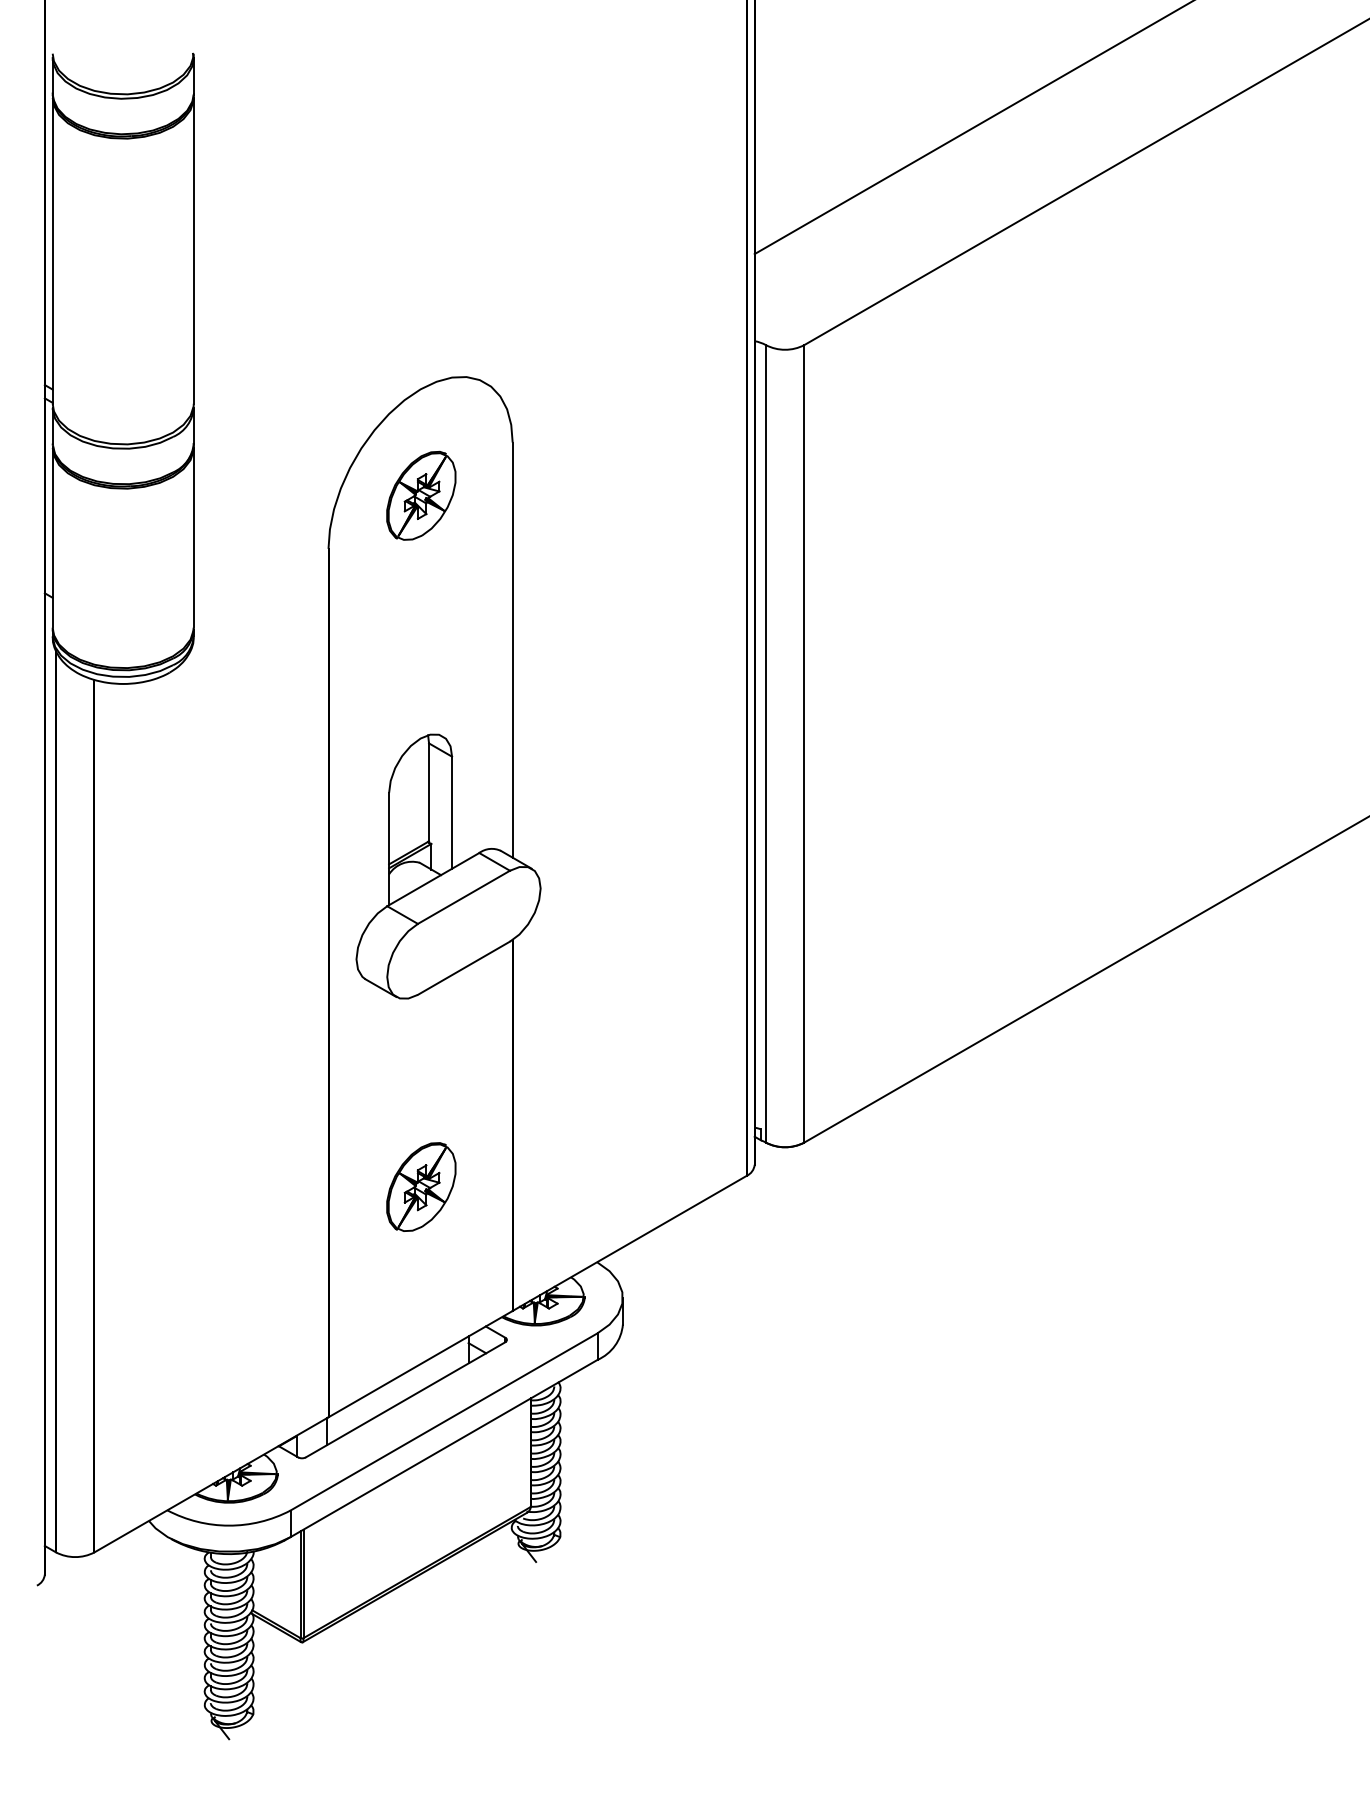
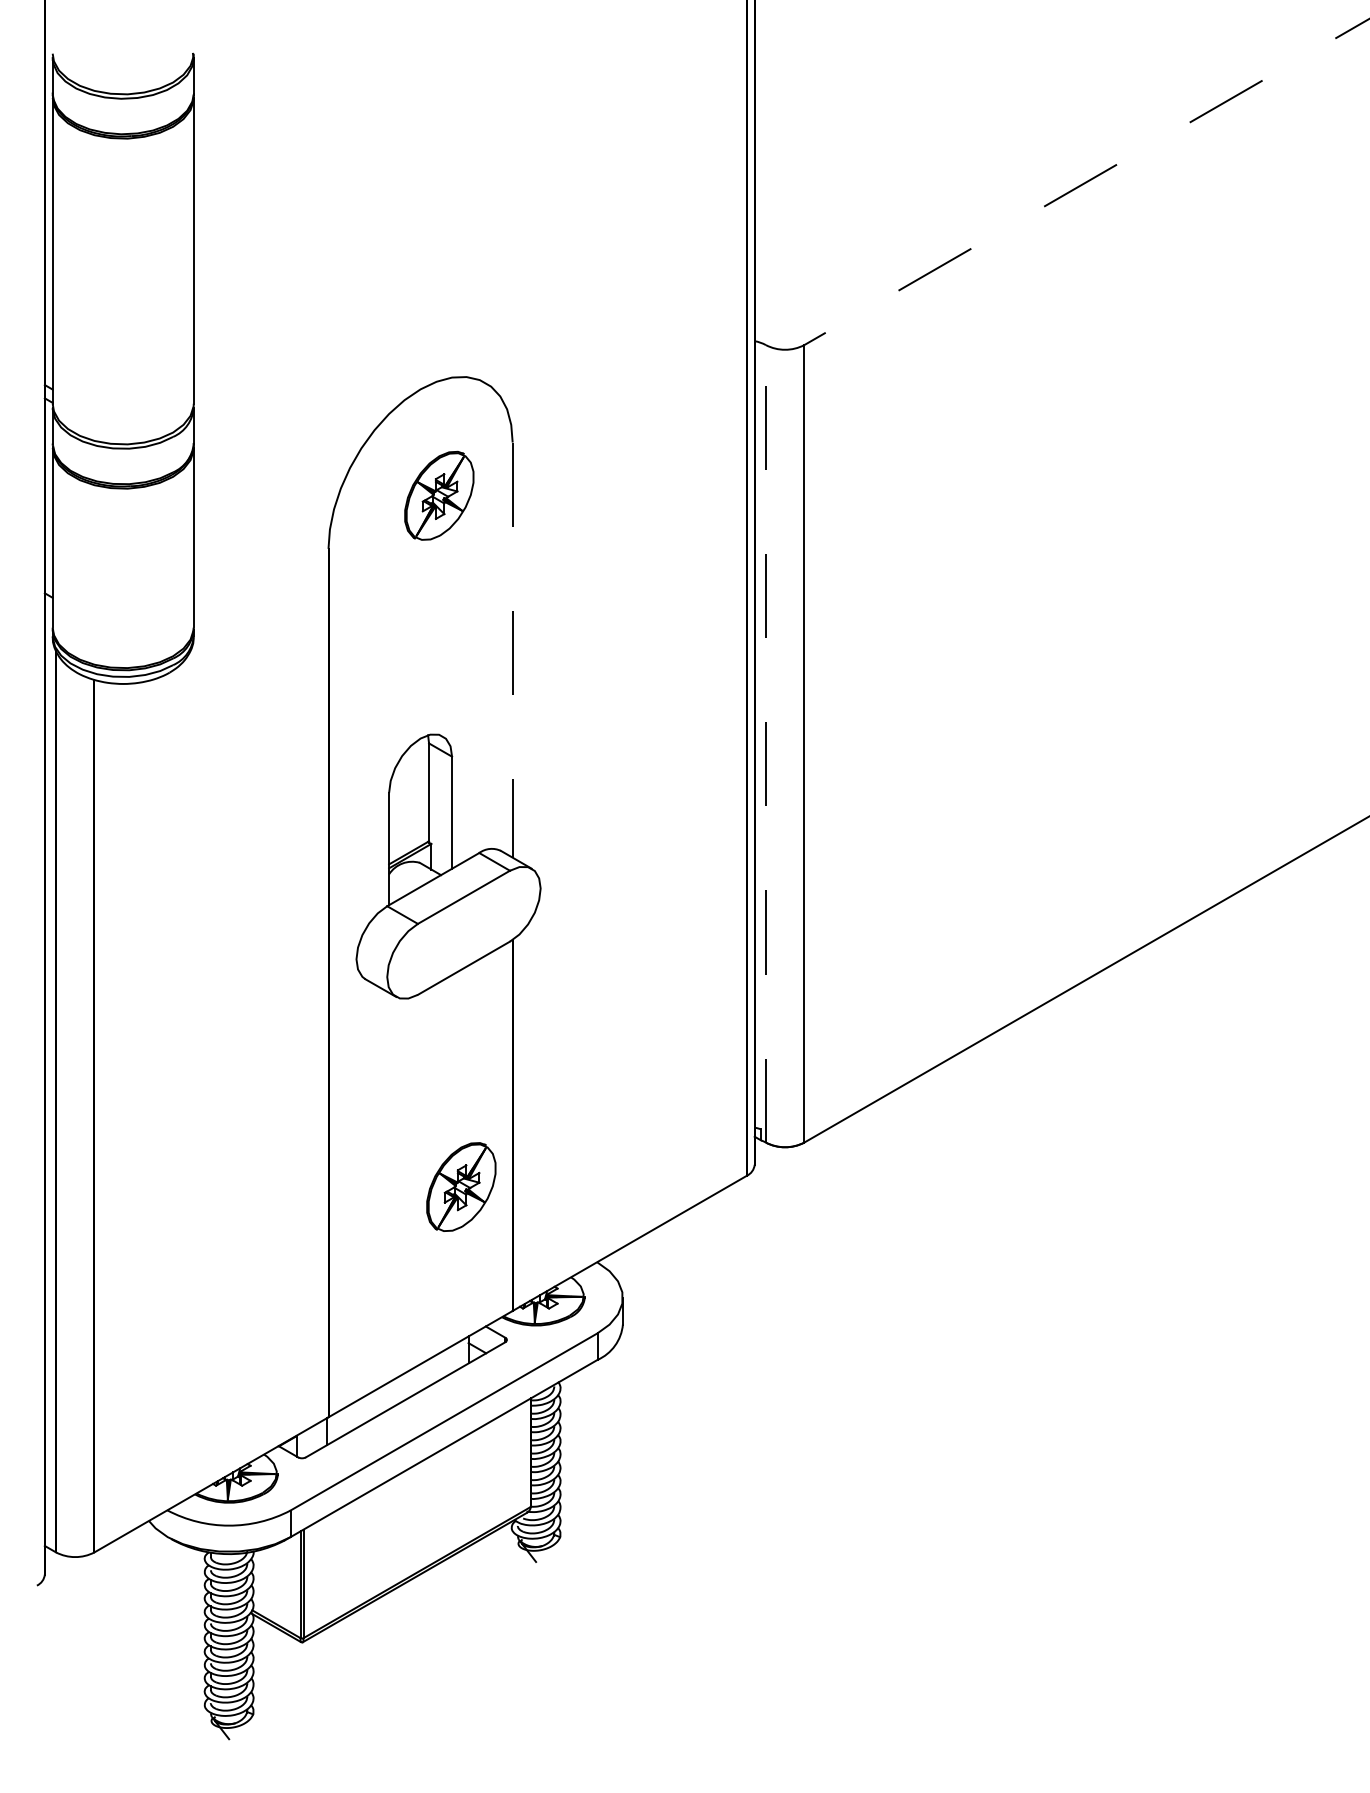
line at (972, 128): present -> none
line at (1086, 182): solid -> dashed
part at (421, 495) position: (421, 495) -> (439, 495)
line at (512, 650): solid -> dashed
line at (765, 743): solid -> dashed
part at (421, 1186) position: (421, 1186) -> (461, 1186)
